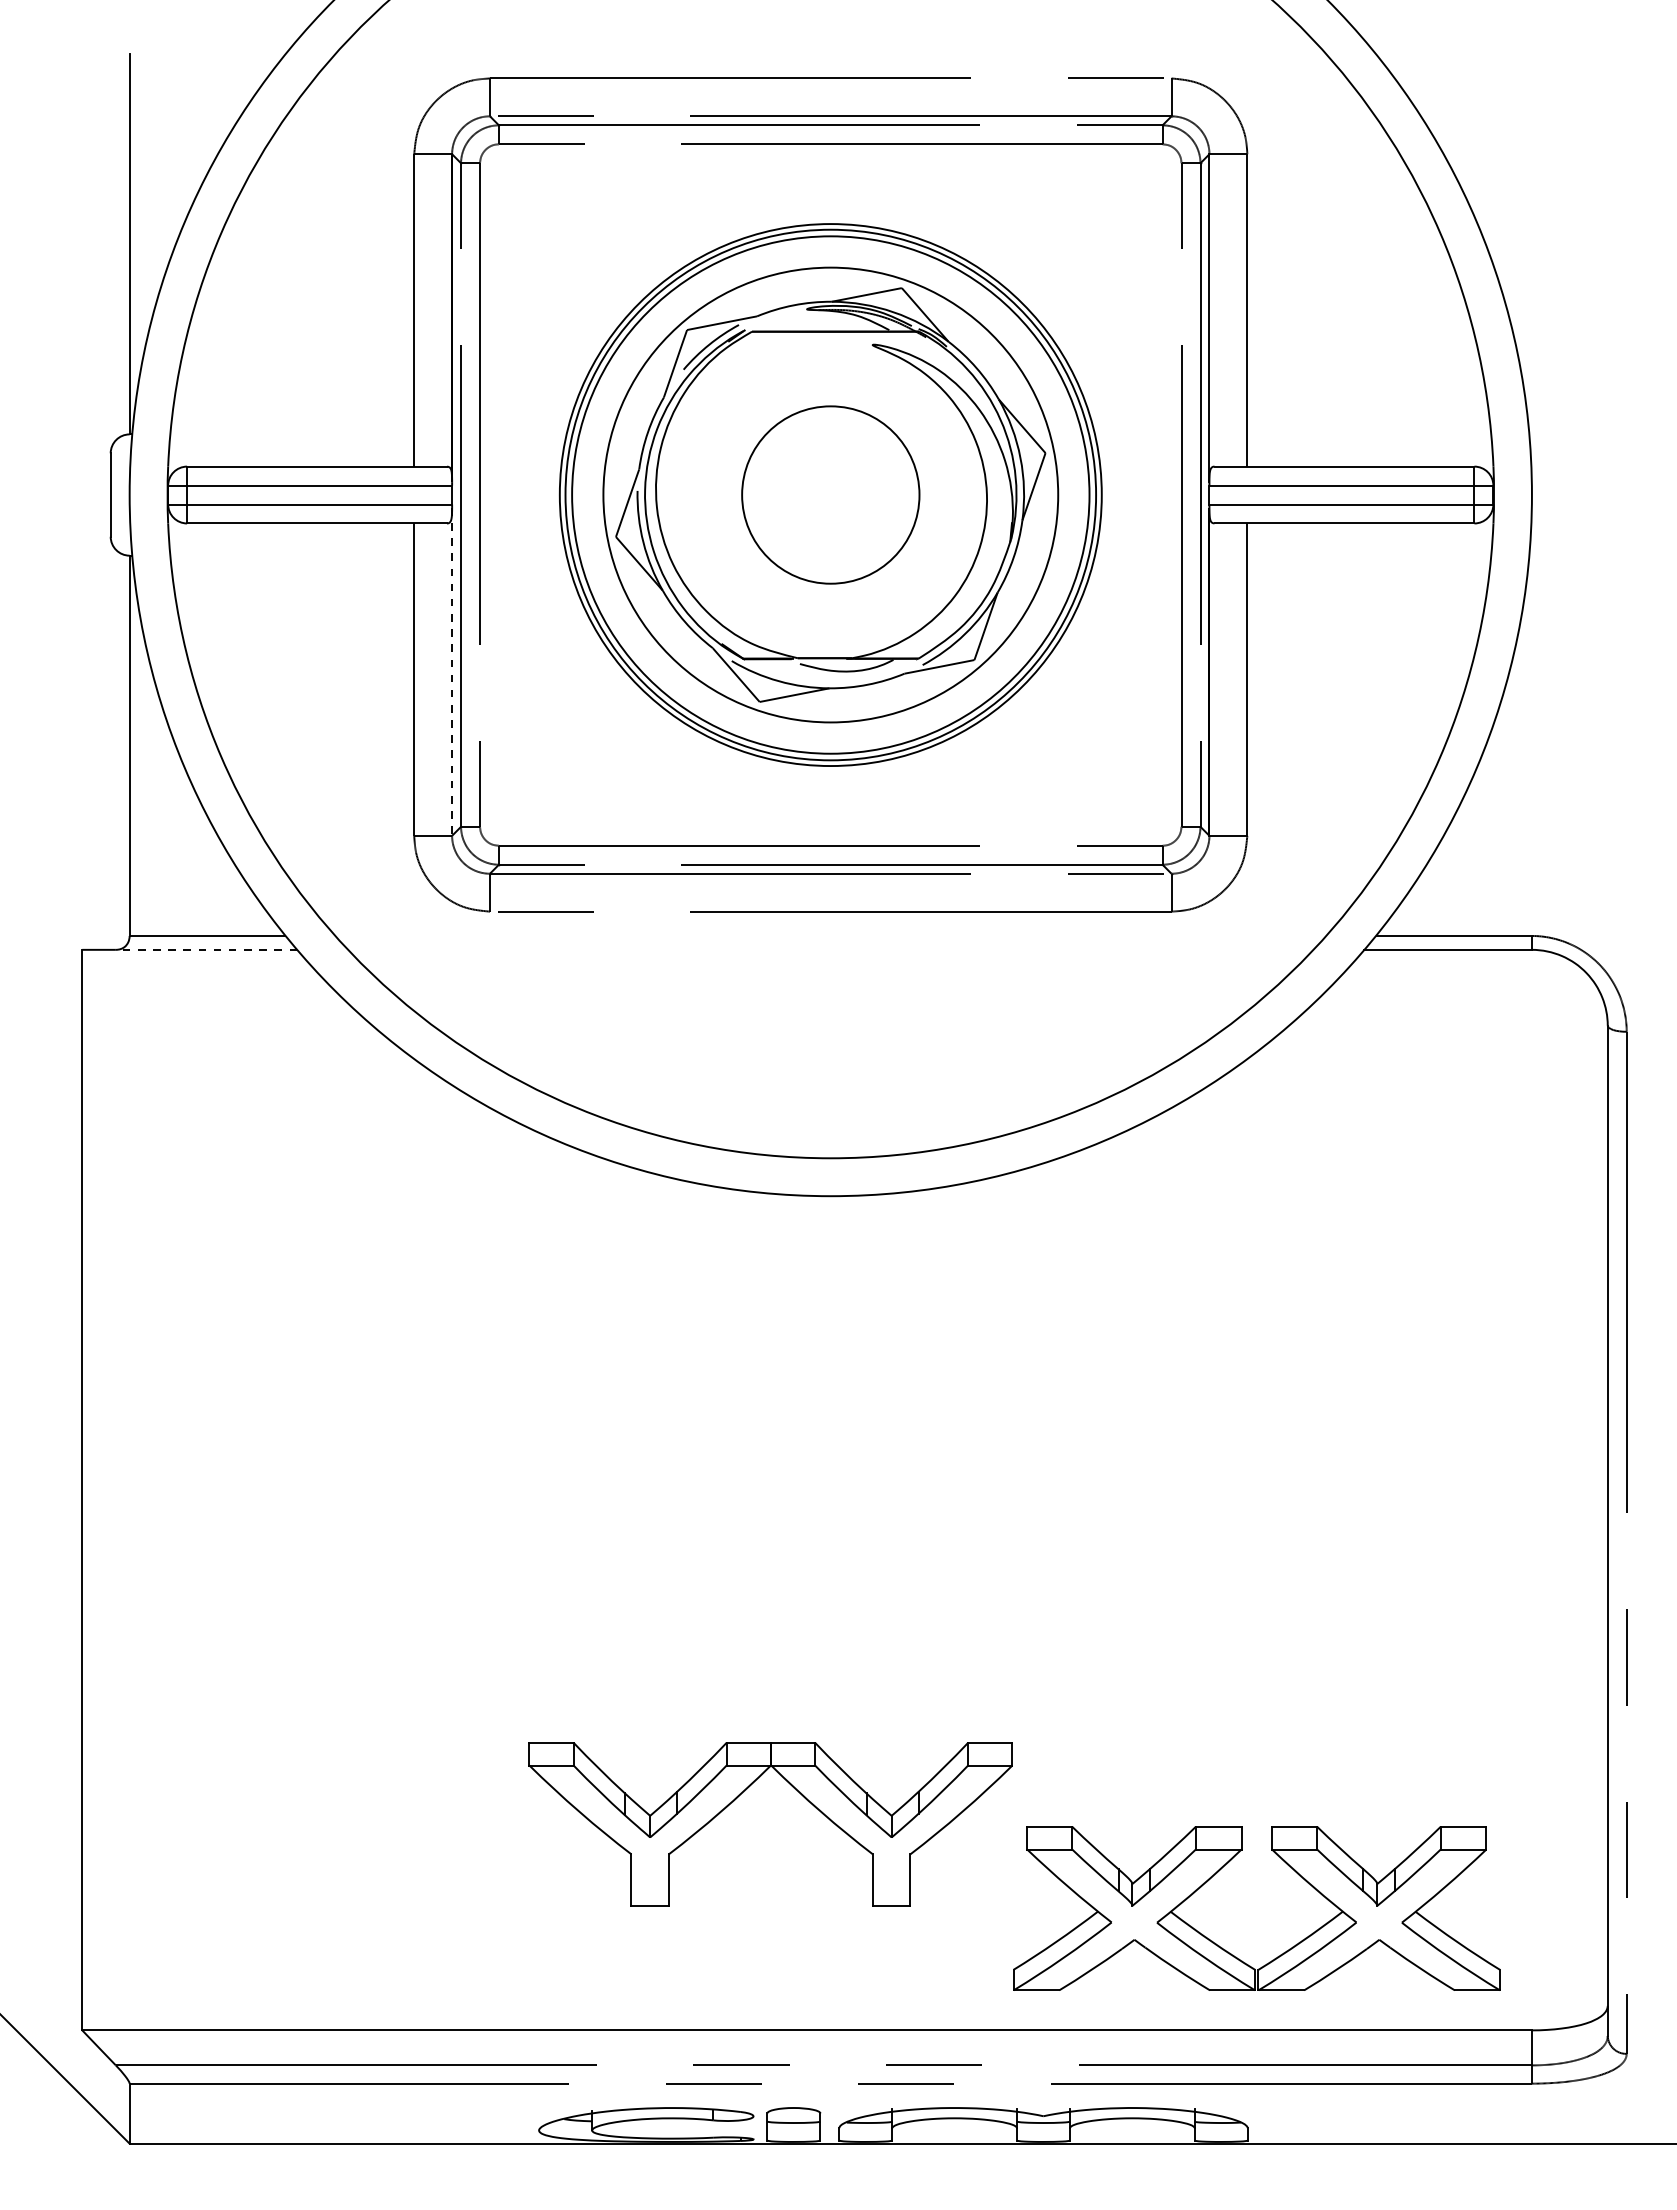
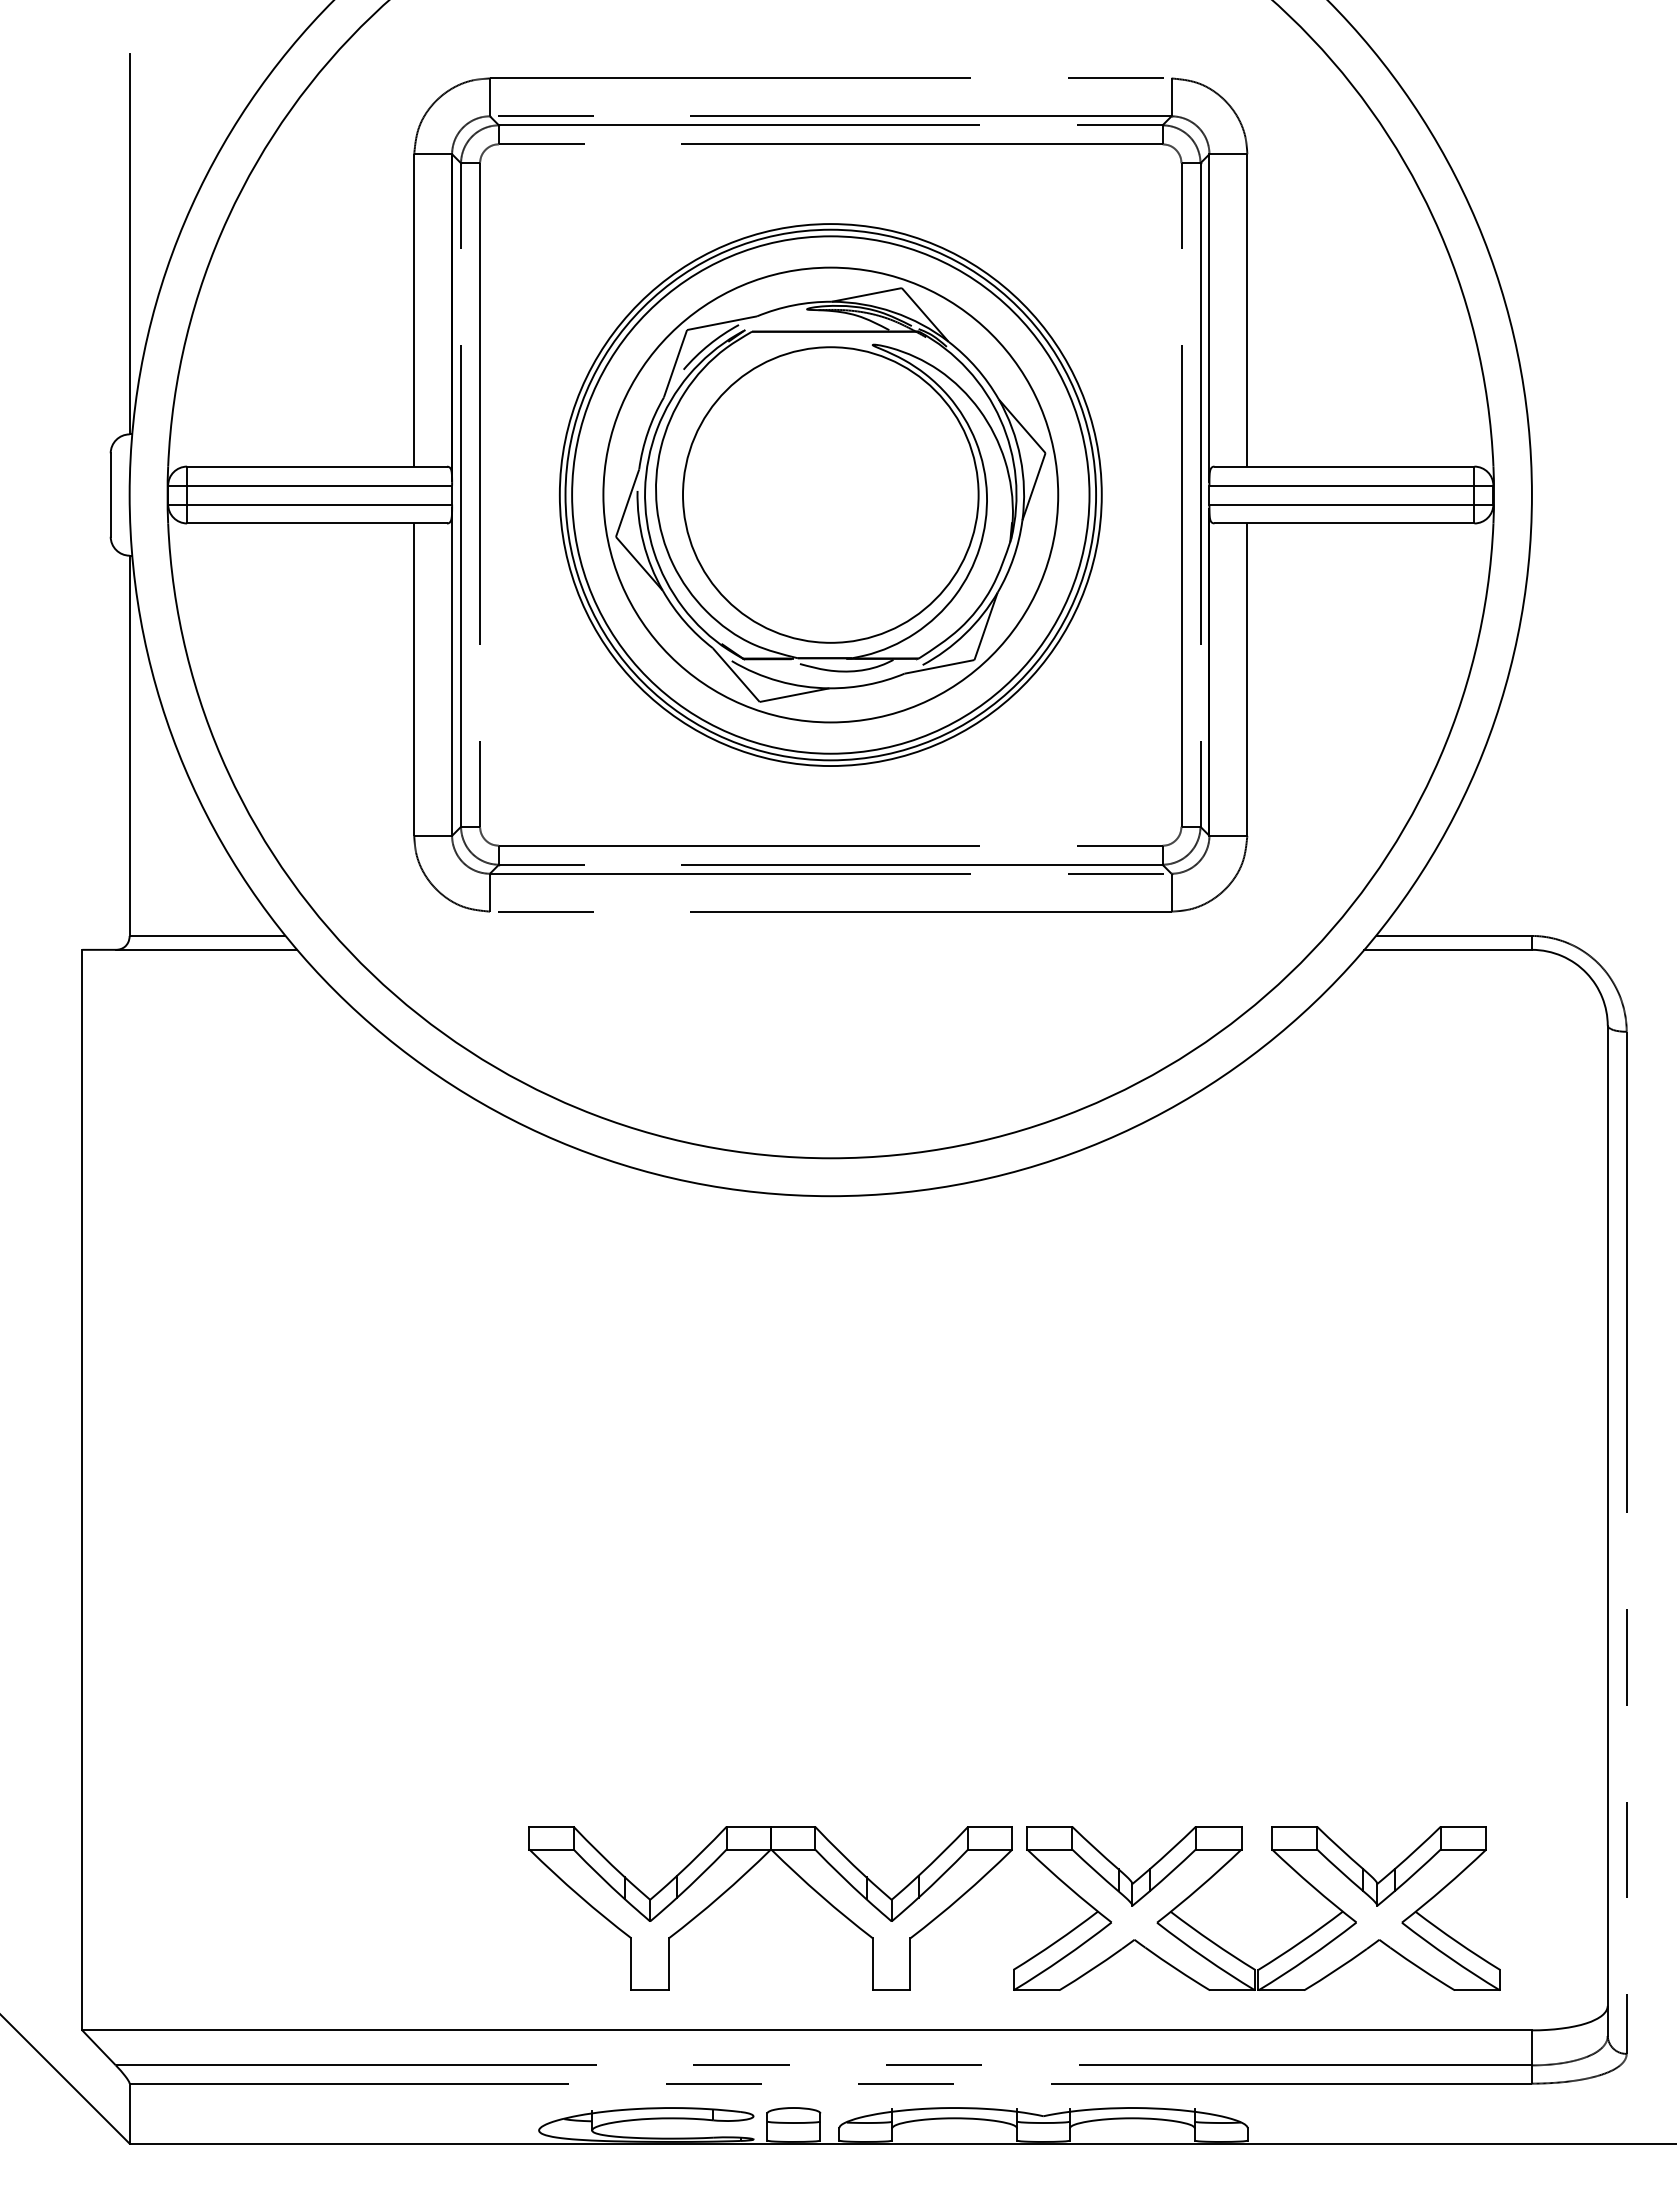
circle at (830, 494) diameter: 177 px -> 296 px
line at (452, 671): dashed -> solid
line at (206, 949): dashed -> solid
part at (746, 1790) position: (746, 1790) -> (746, 1874)
